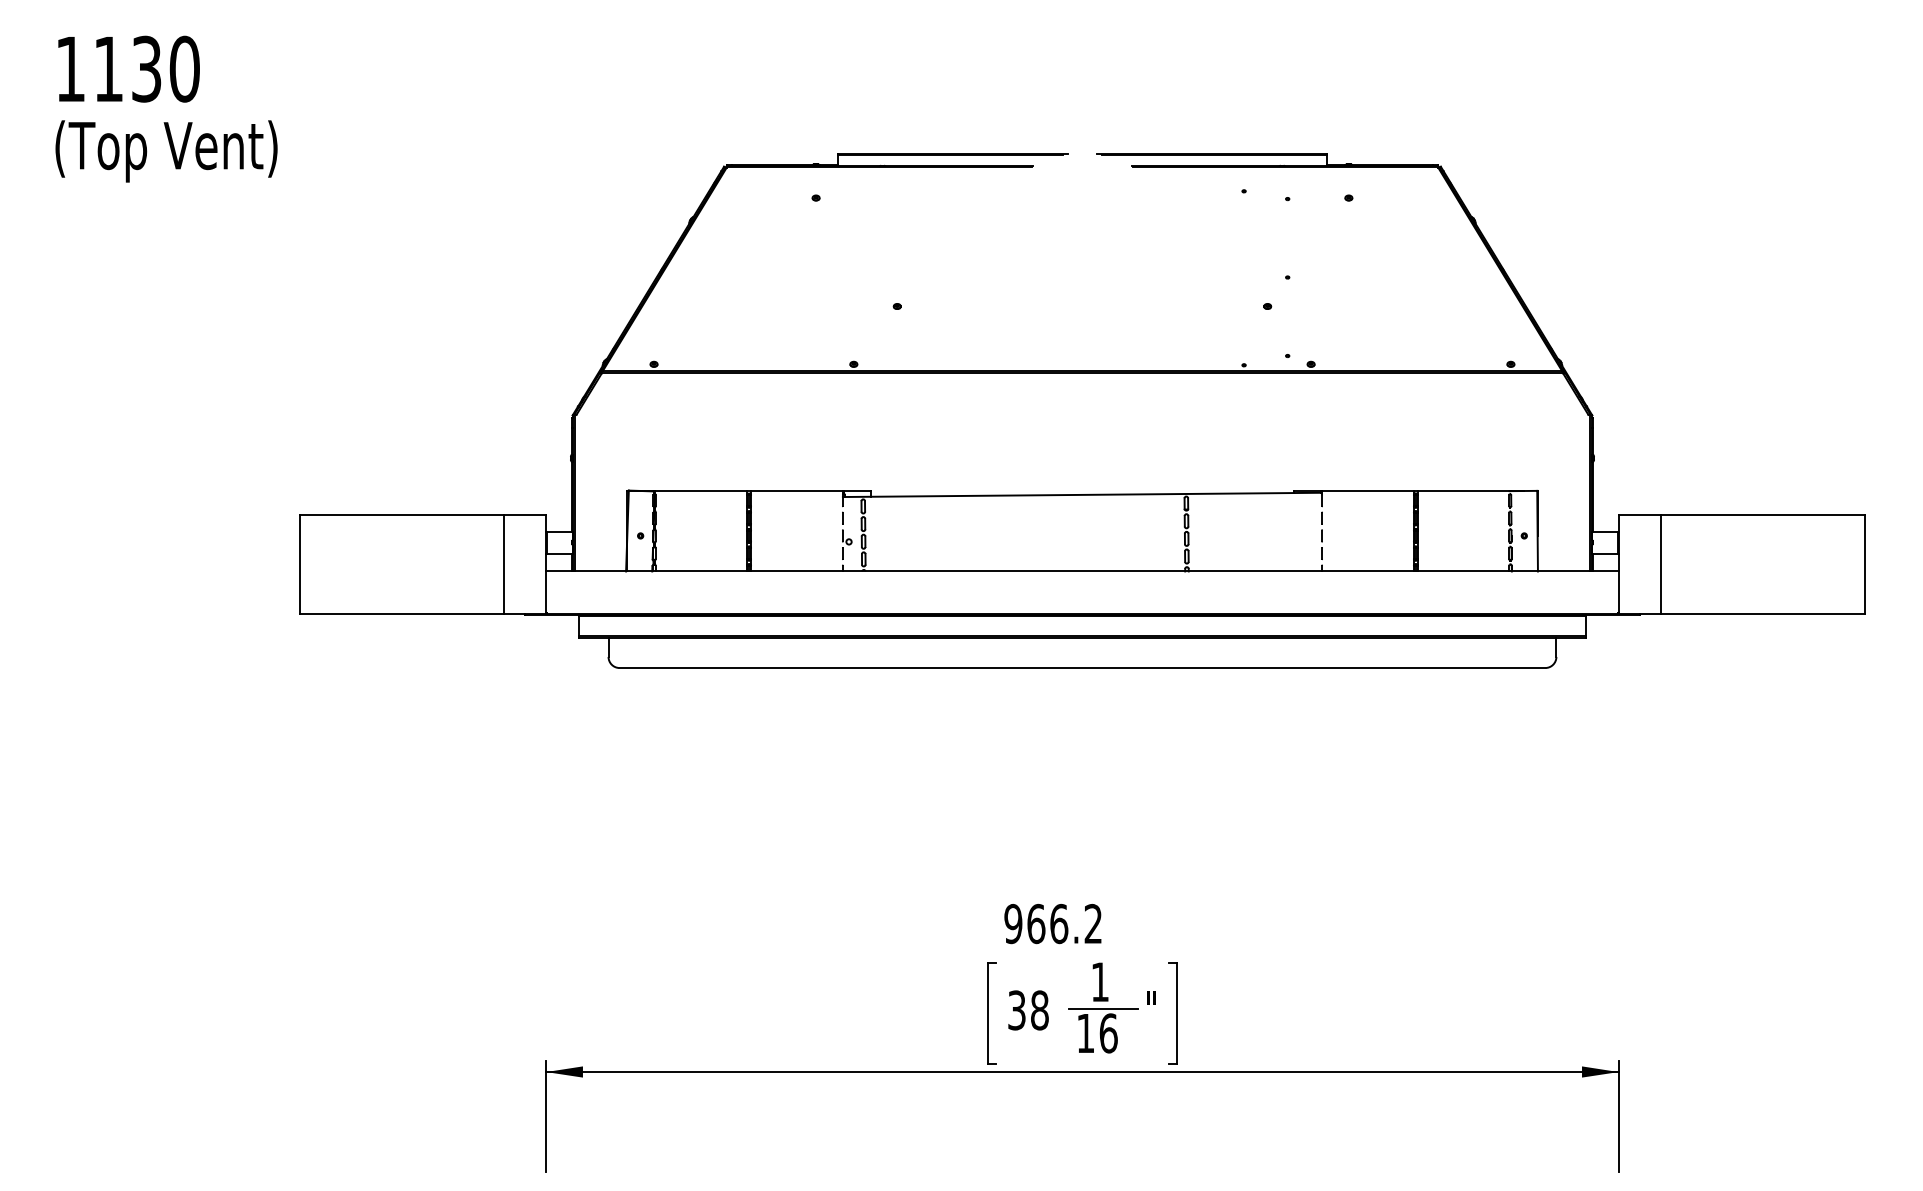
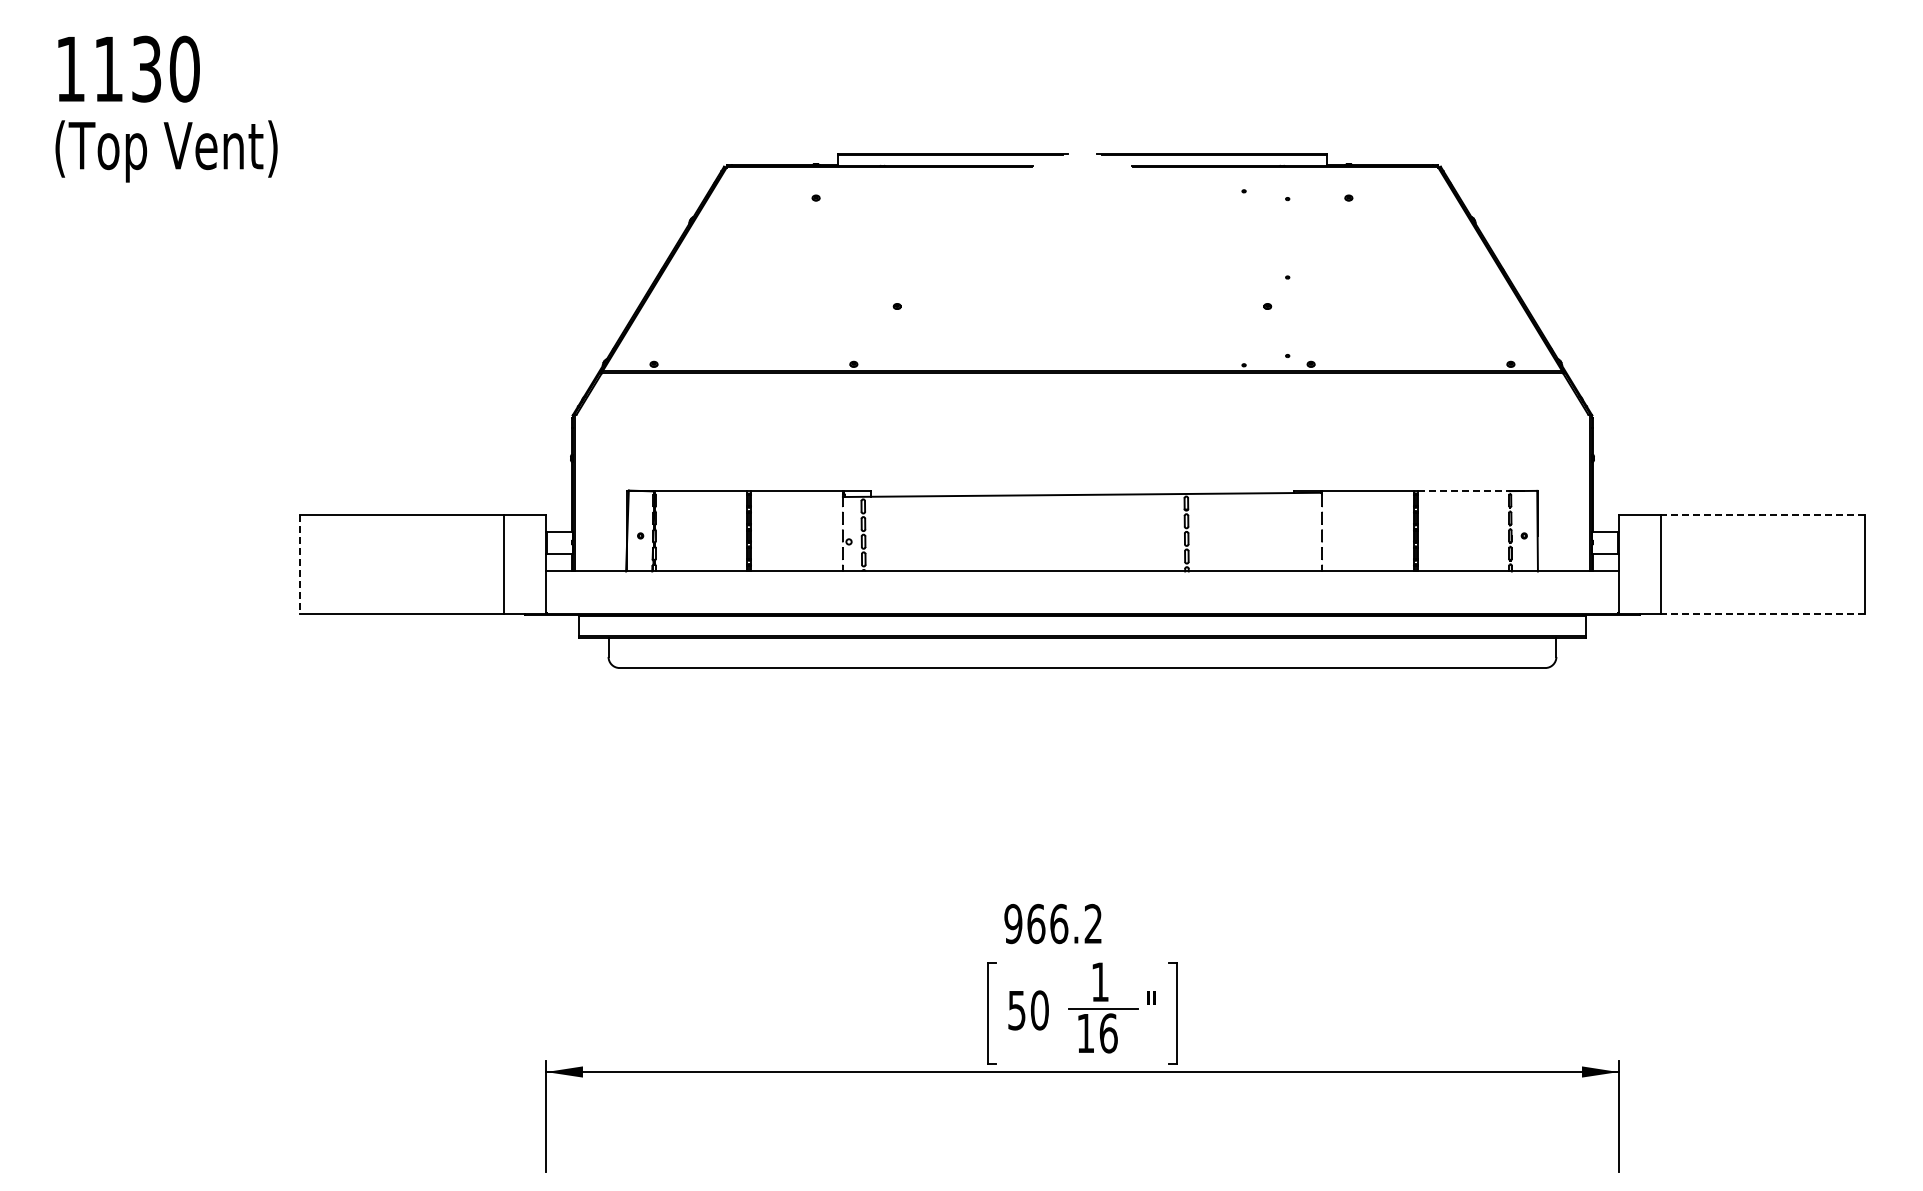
line at (1464, 491): solid -> dashed
line at (1762, 514): solid -> dashed
line at (299, 564): solid -> dashed
line at (1762, 613): solid -> dashed
text at (1028, 1010): 38 -> 50
